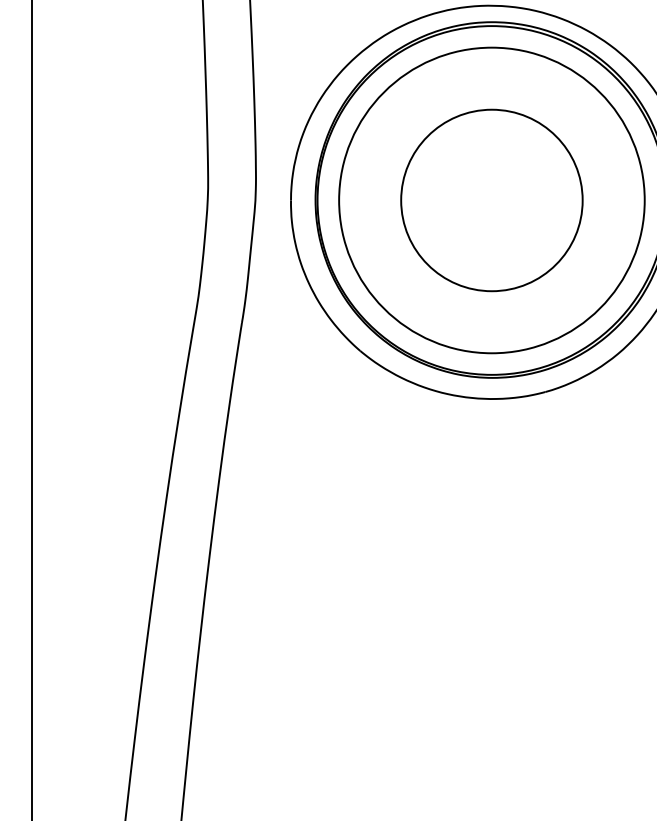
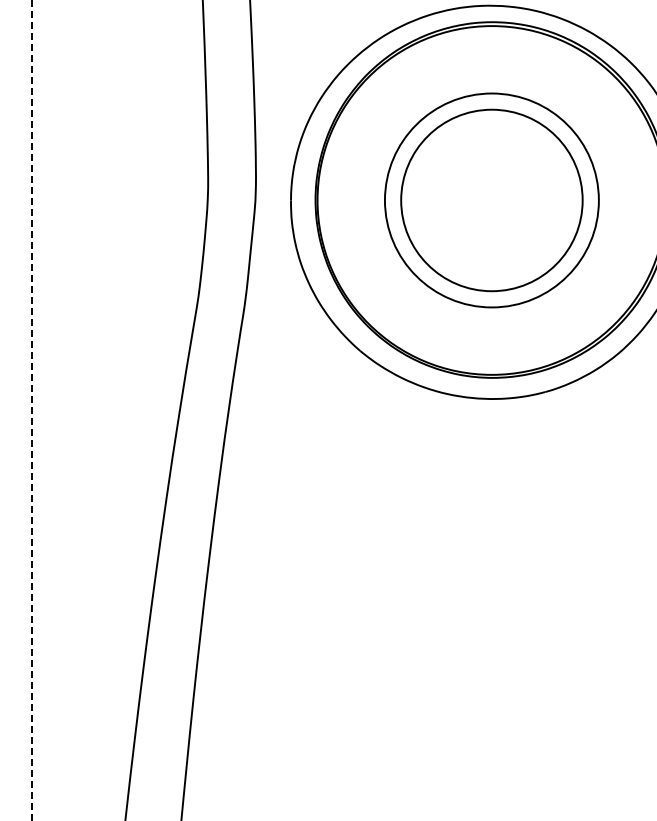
circle at (491, 200) diameter: 306 px -> 214 px
line at (31, 410): solid -> dashed
